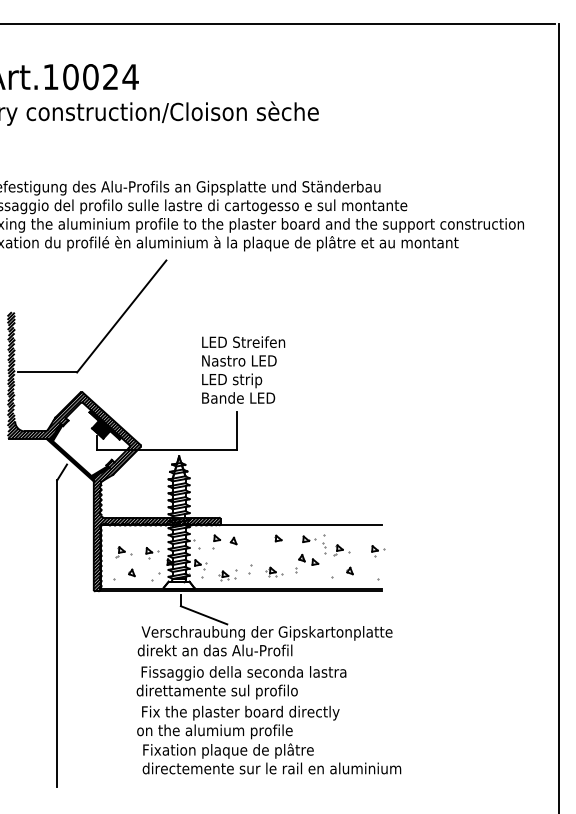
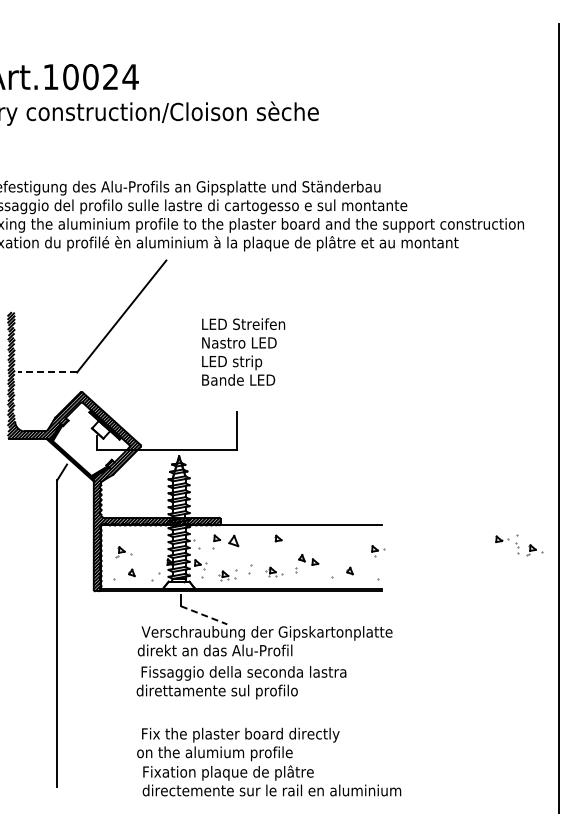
line at (278, 24): present -> none
text at (243, 369) position: (243, 369) -> (243, 351)
line at (47, 372): solid -> dashed
fill at (101, 429): present -> none
part at (233, 540) size: 9x10 px -> 12x14 px
part at (326, 545) position: (326, 545) -> (519, 545)
part at (152, 553): present -> none
line at (204, 615): solid -> dashed
text at (269, 739) position: (269, 739) -> (269, 761)
